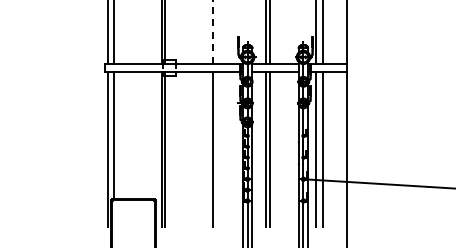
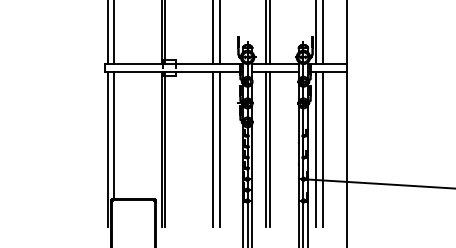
line at (213, 31): dashed -> solid
line at (219, 32): none -> present
line at (219, 149): none -> present
